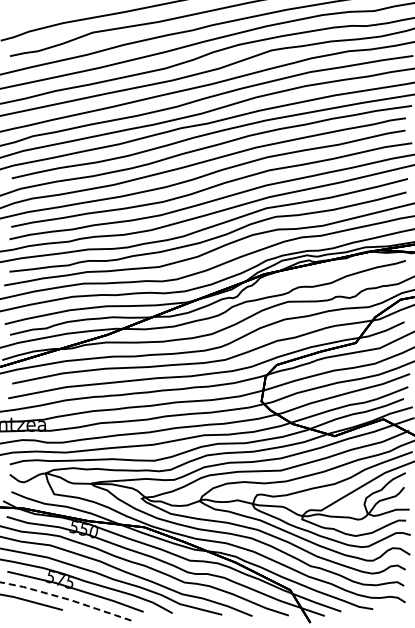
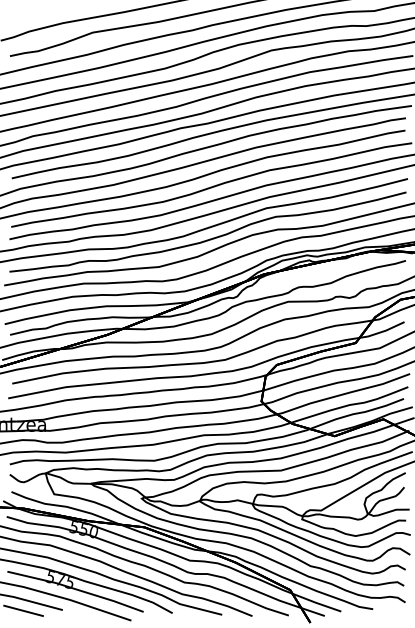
line at (66, 598): dashed -> solid
line at (23, 610): none -> present
